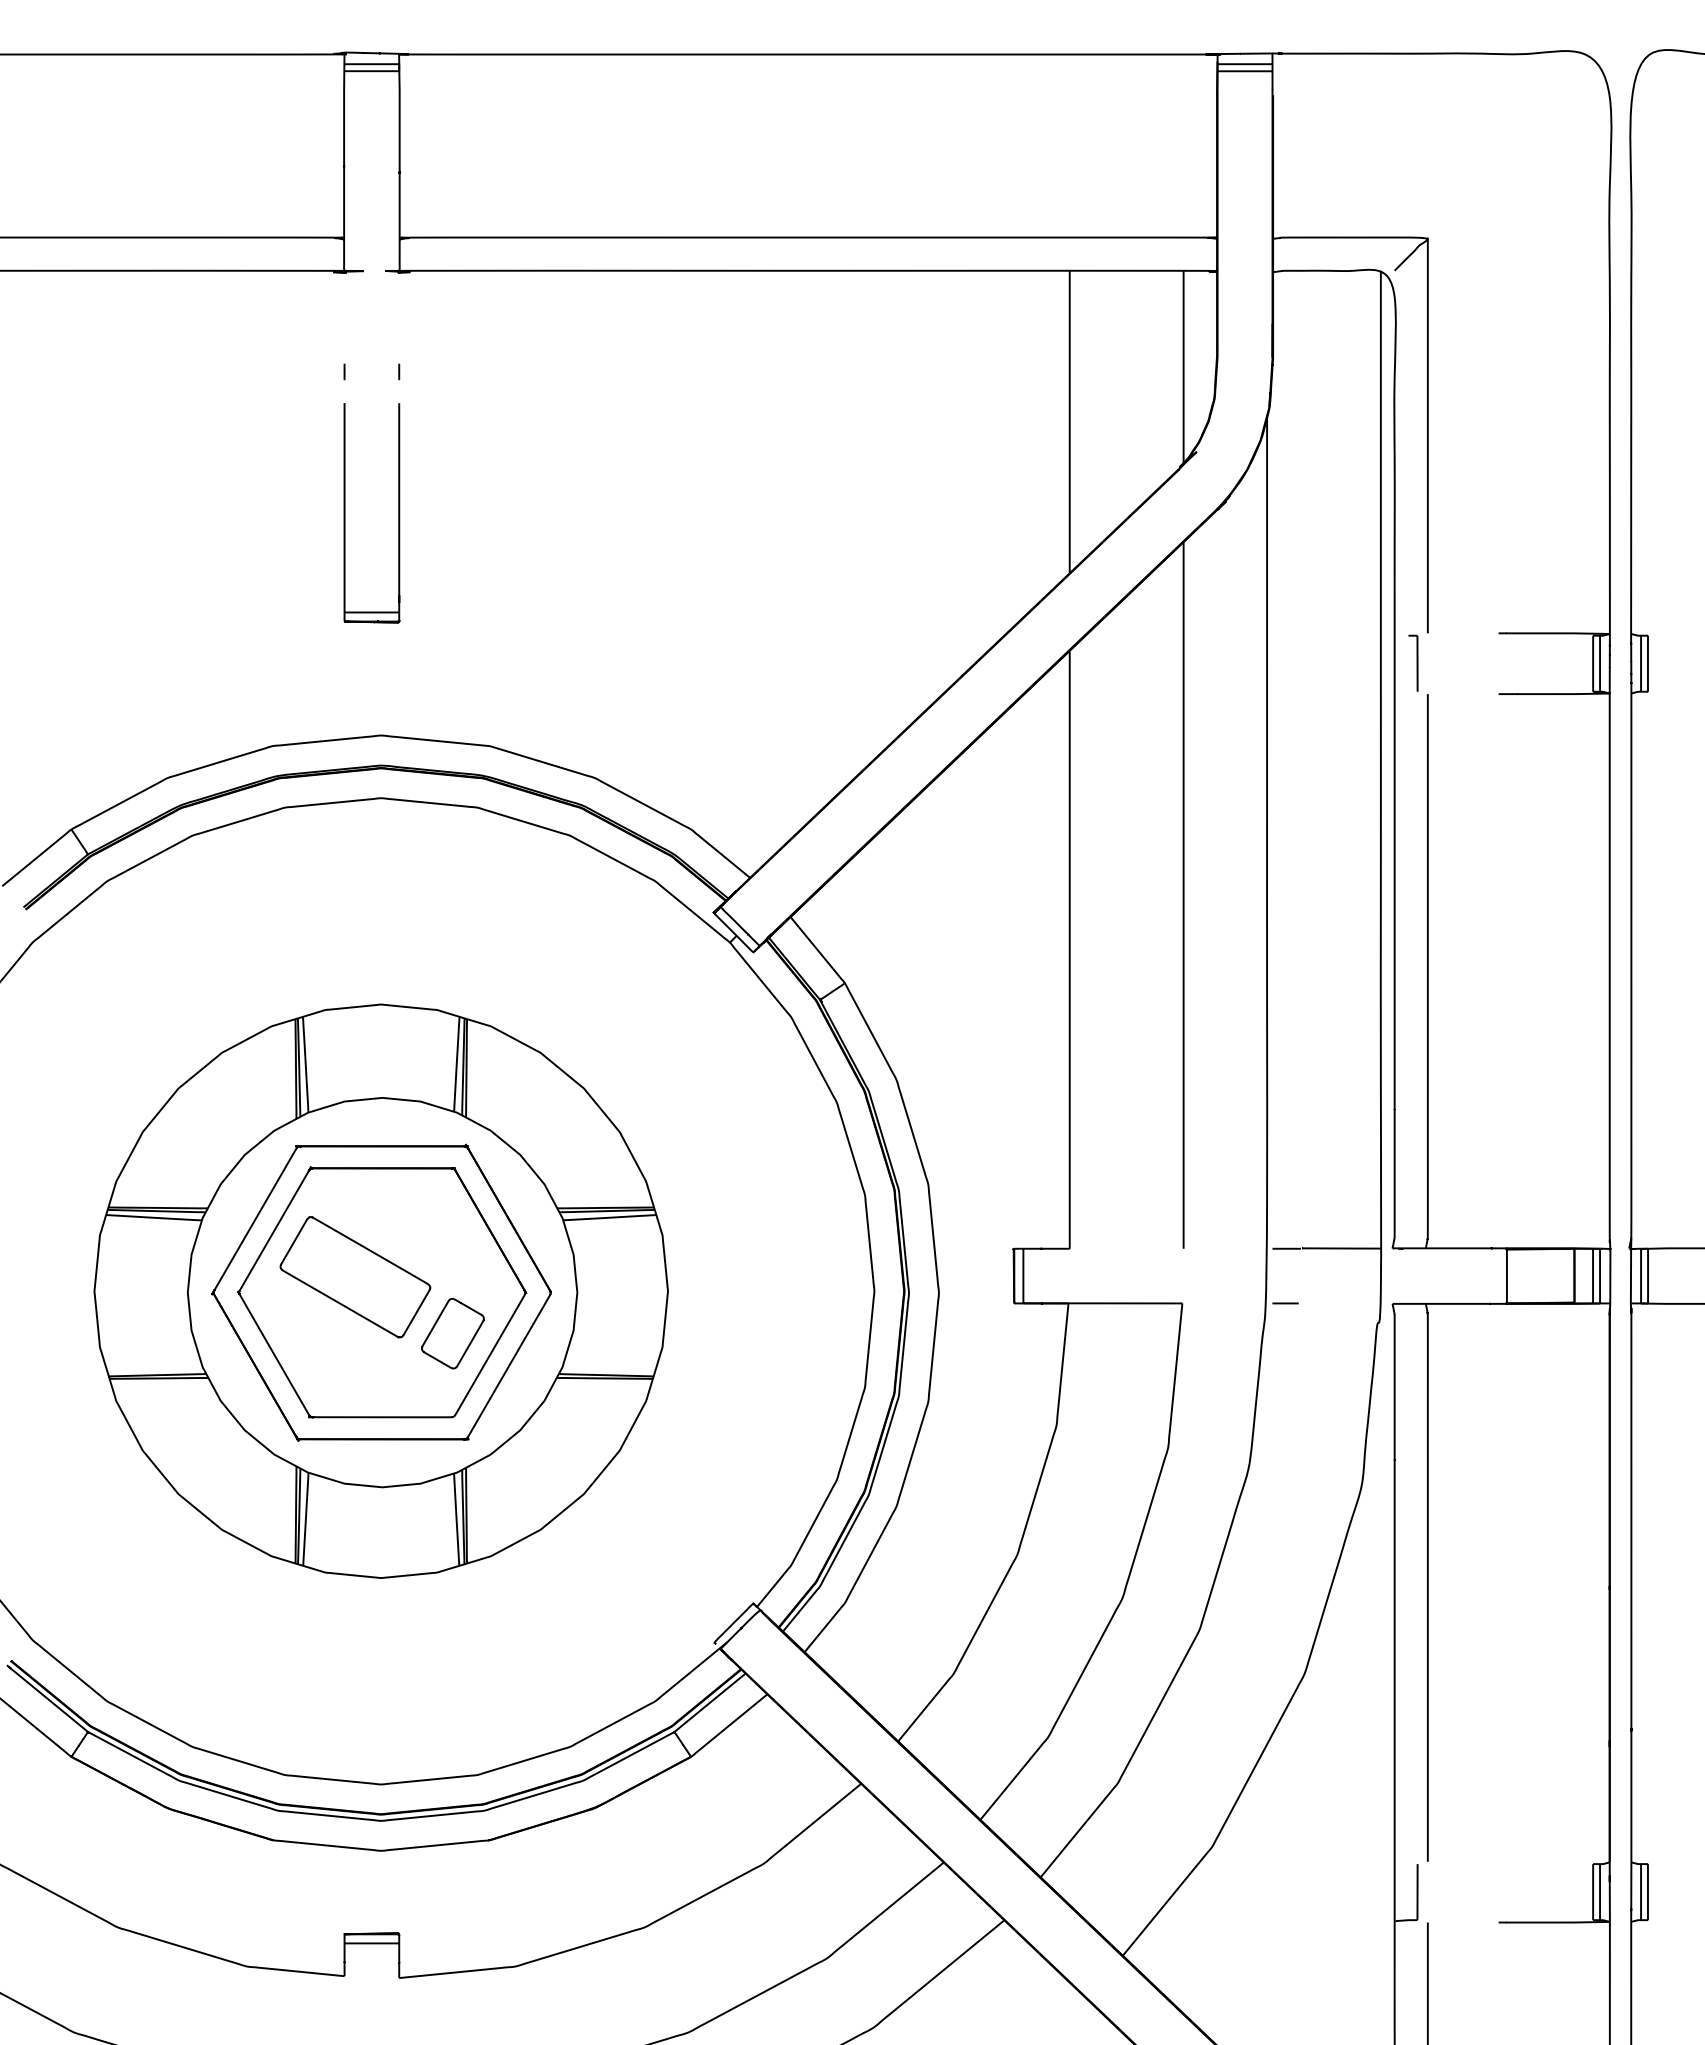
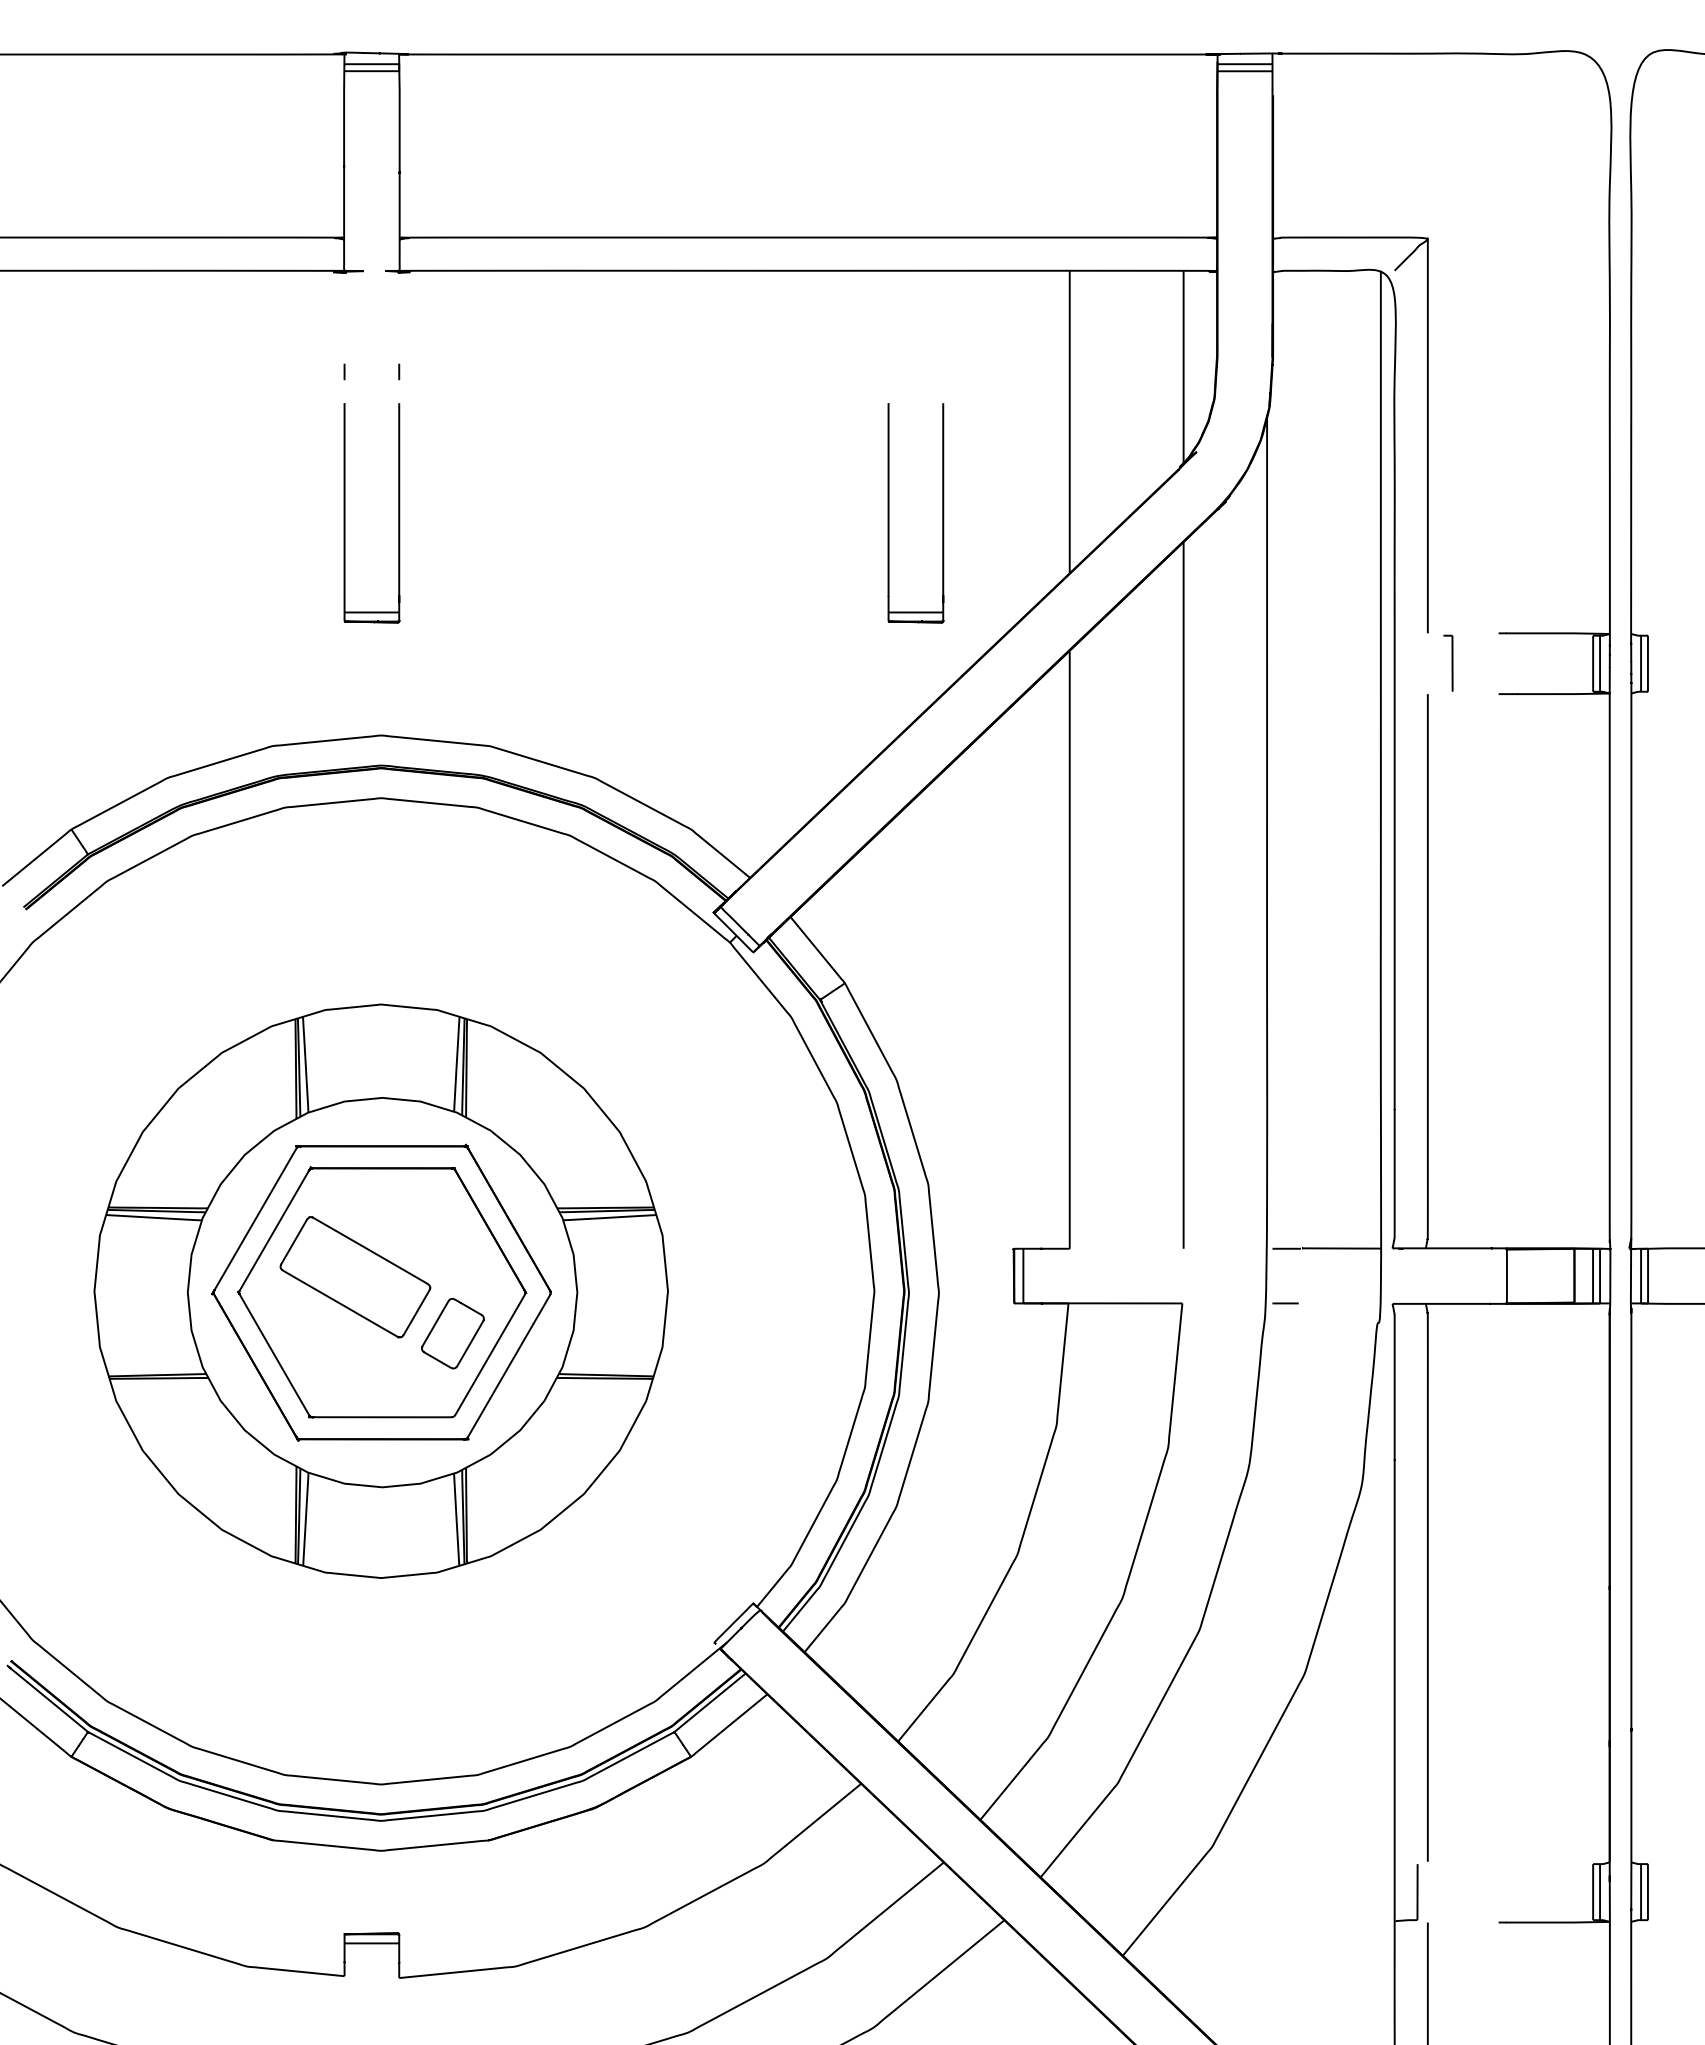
part at (889, 513): none -> present
part at (1413, 662) position: (1413, 662) -> (1448, 662)
